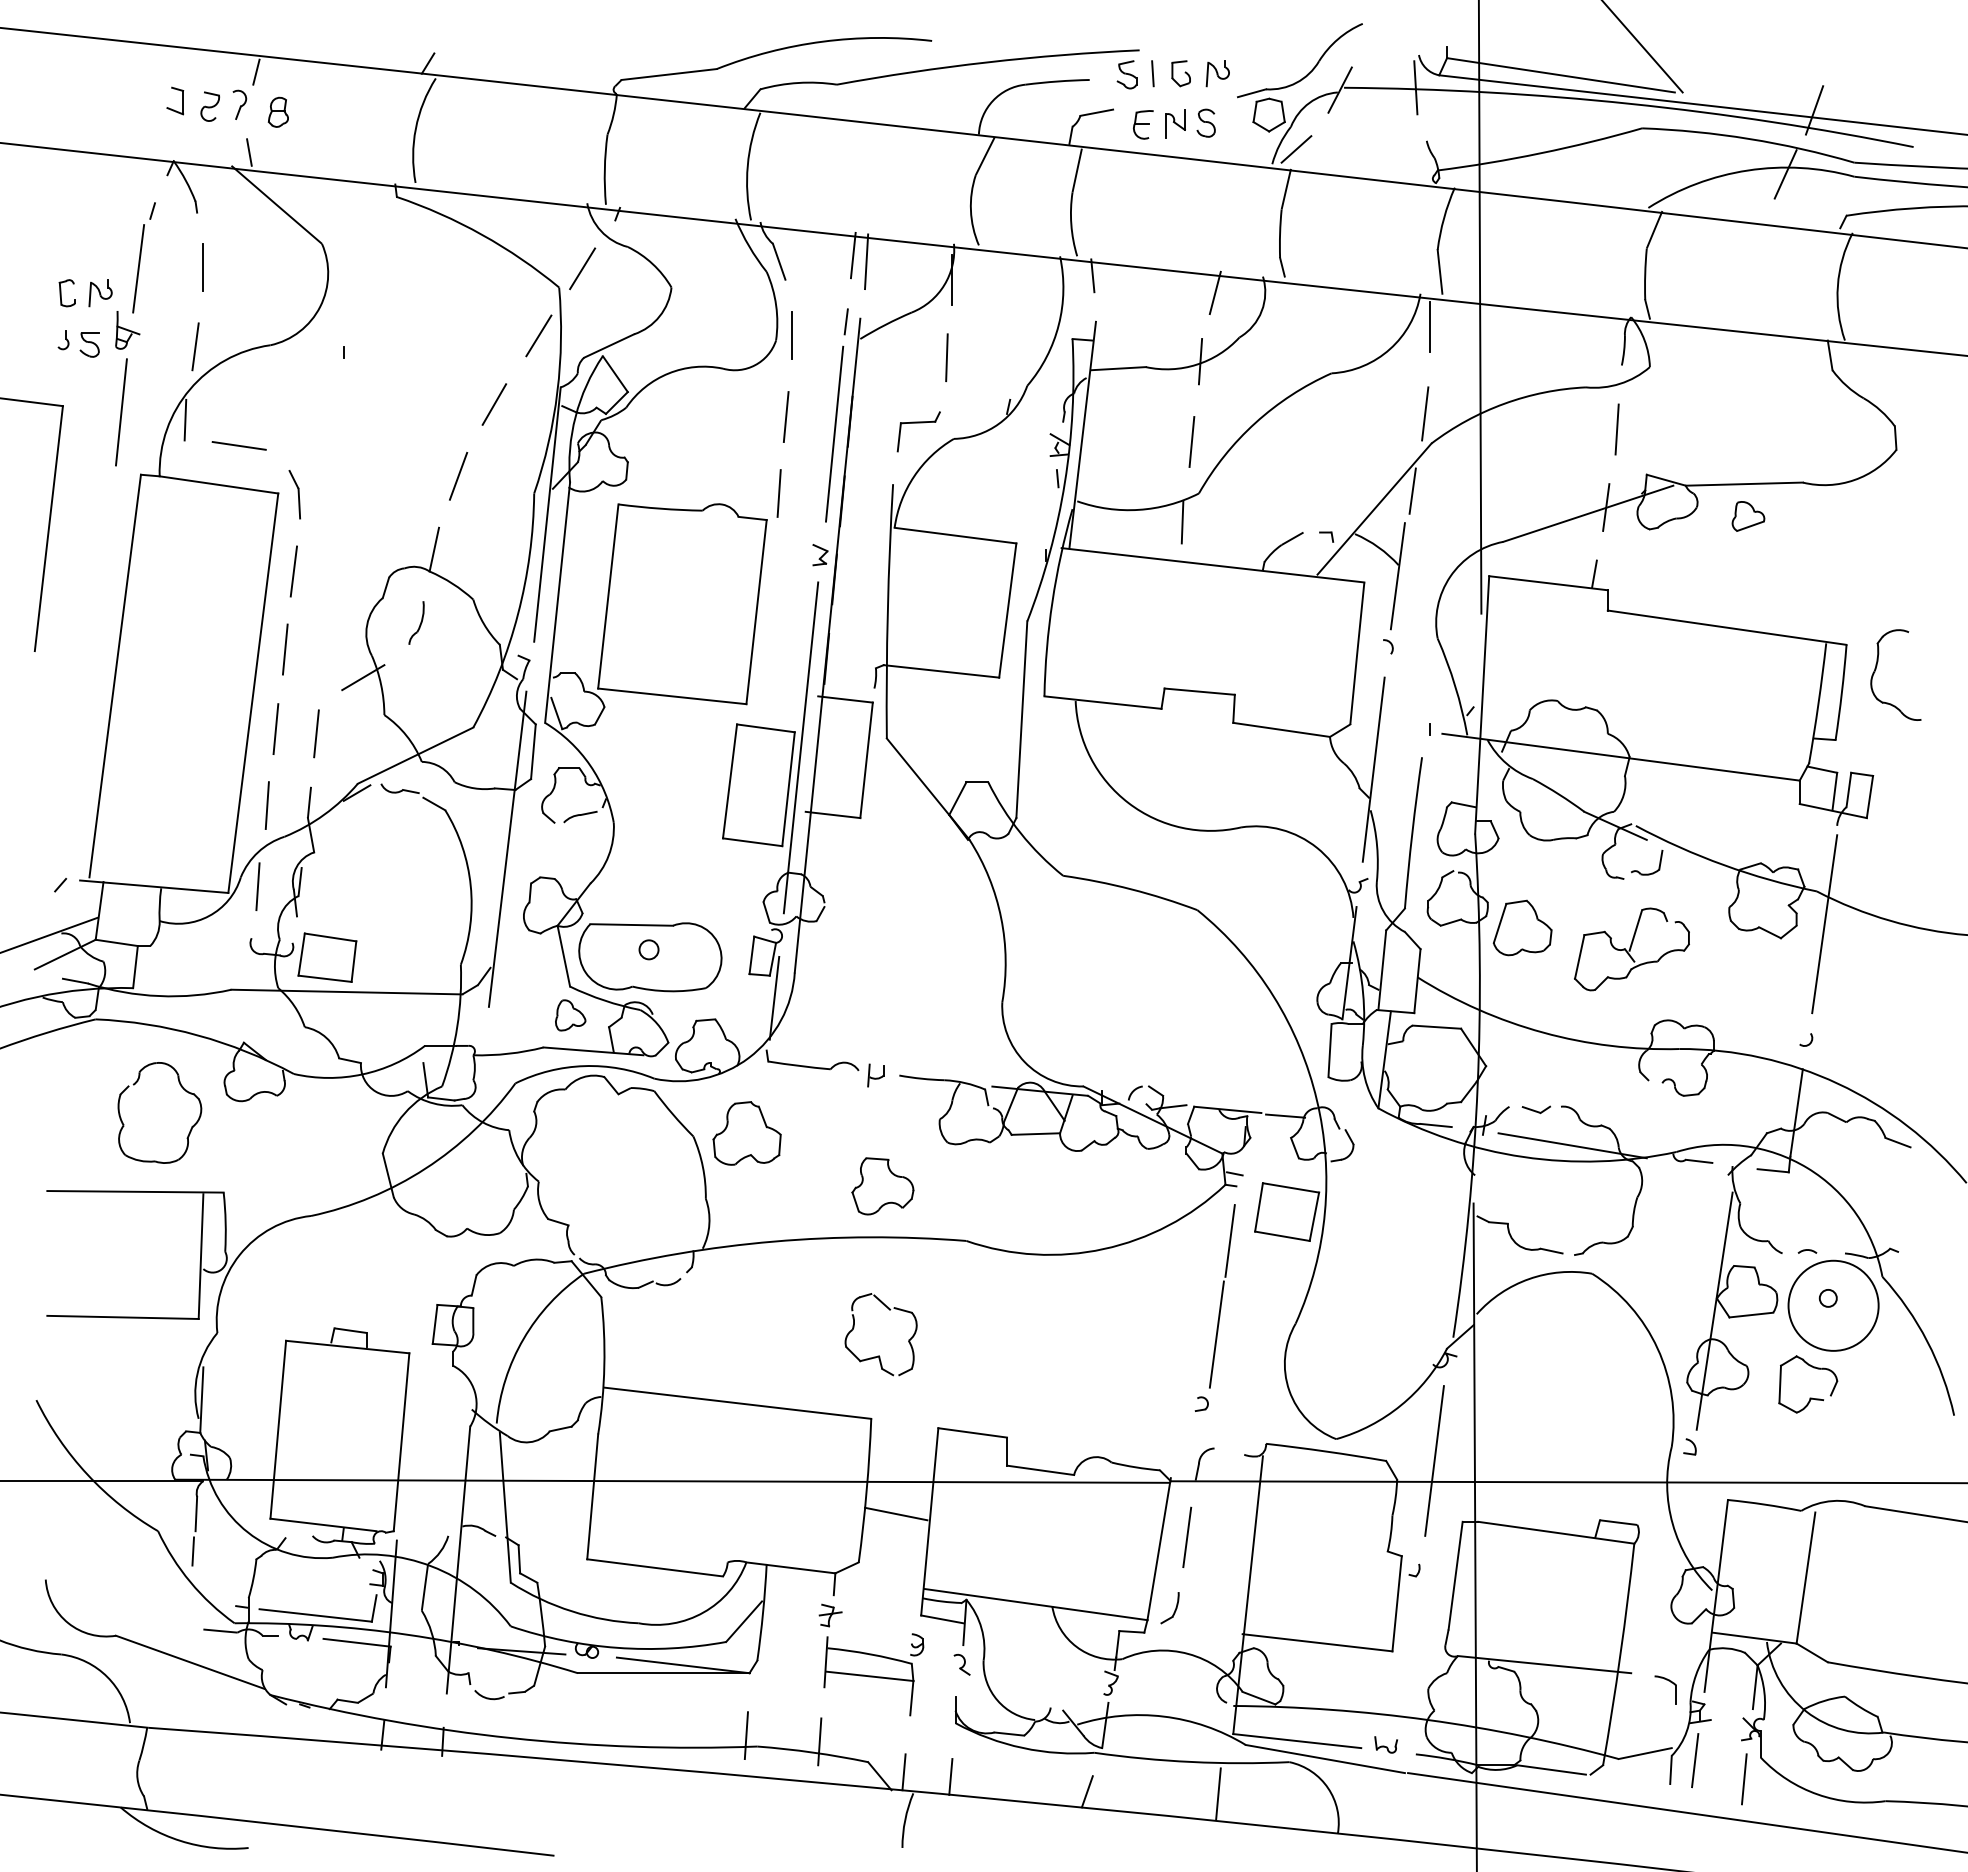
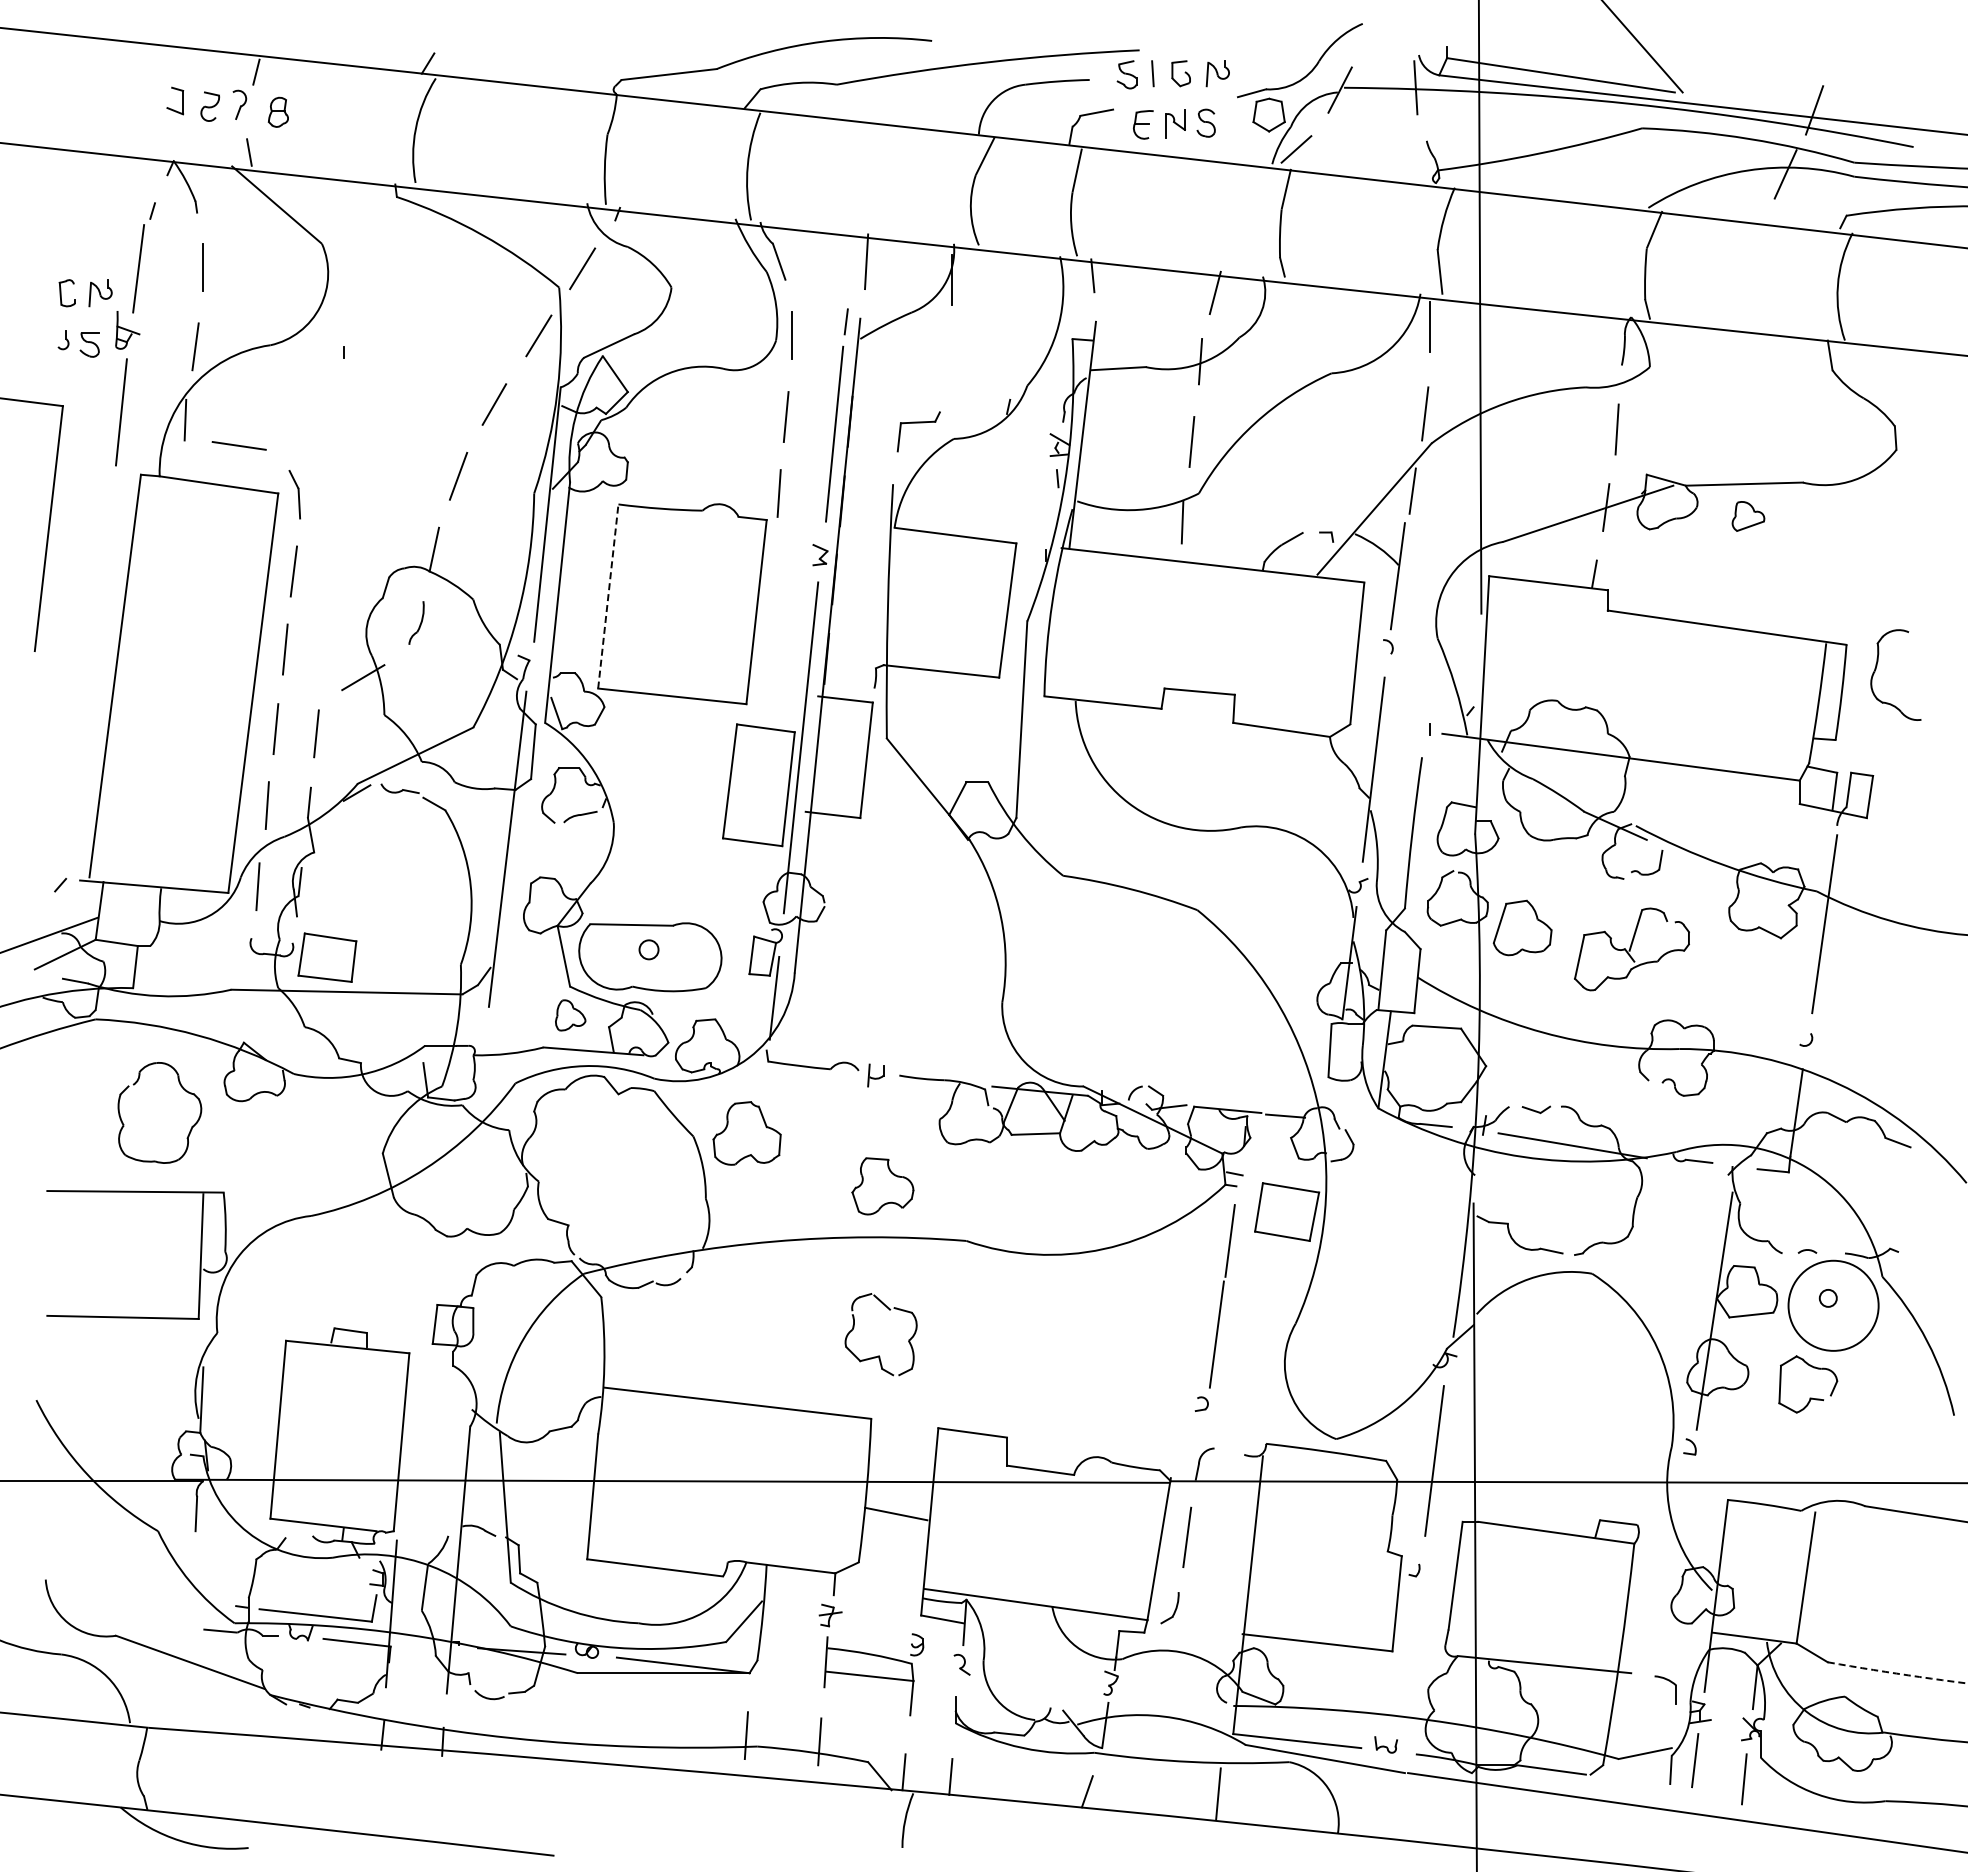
line at (852, 255): present -> none
line at (946, 357): present -> none
line at (608, 596): solid -> dashed
line at (193, 1551): present -> none
arc at (1898, 1673): solid -> dashed
